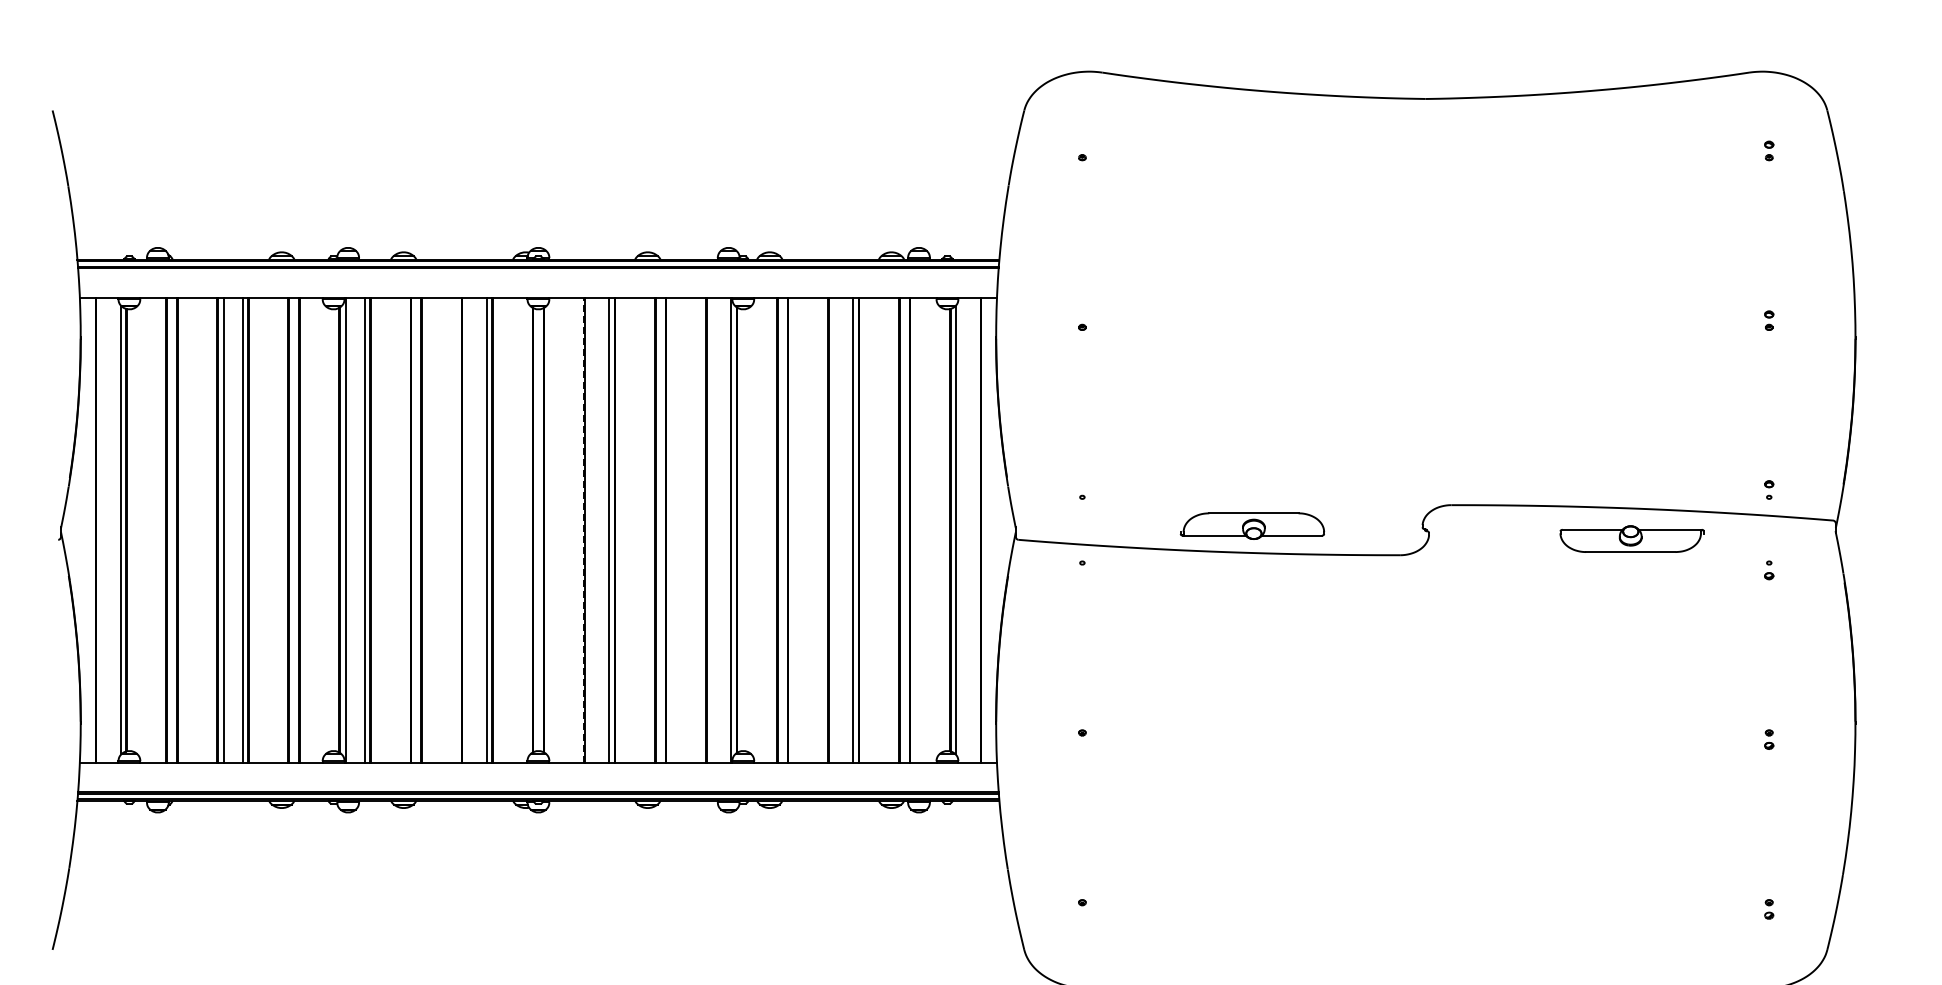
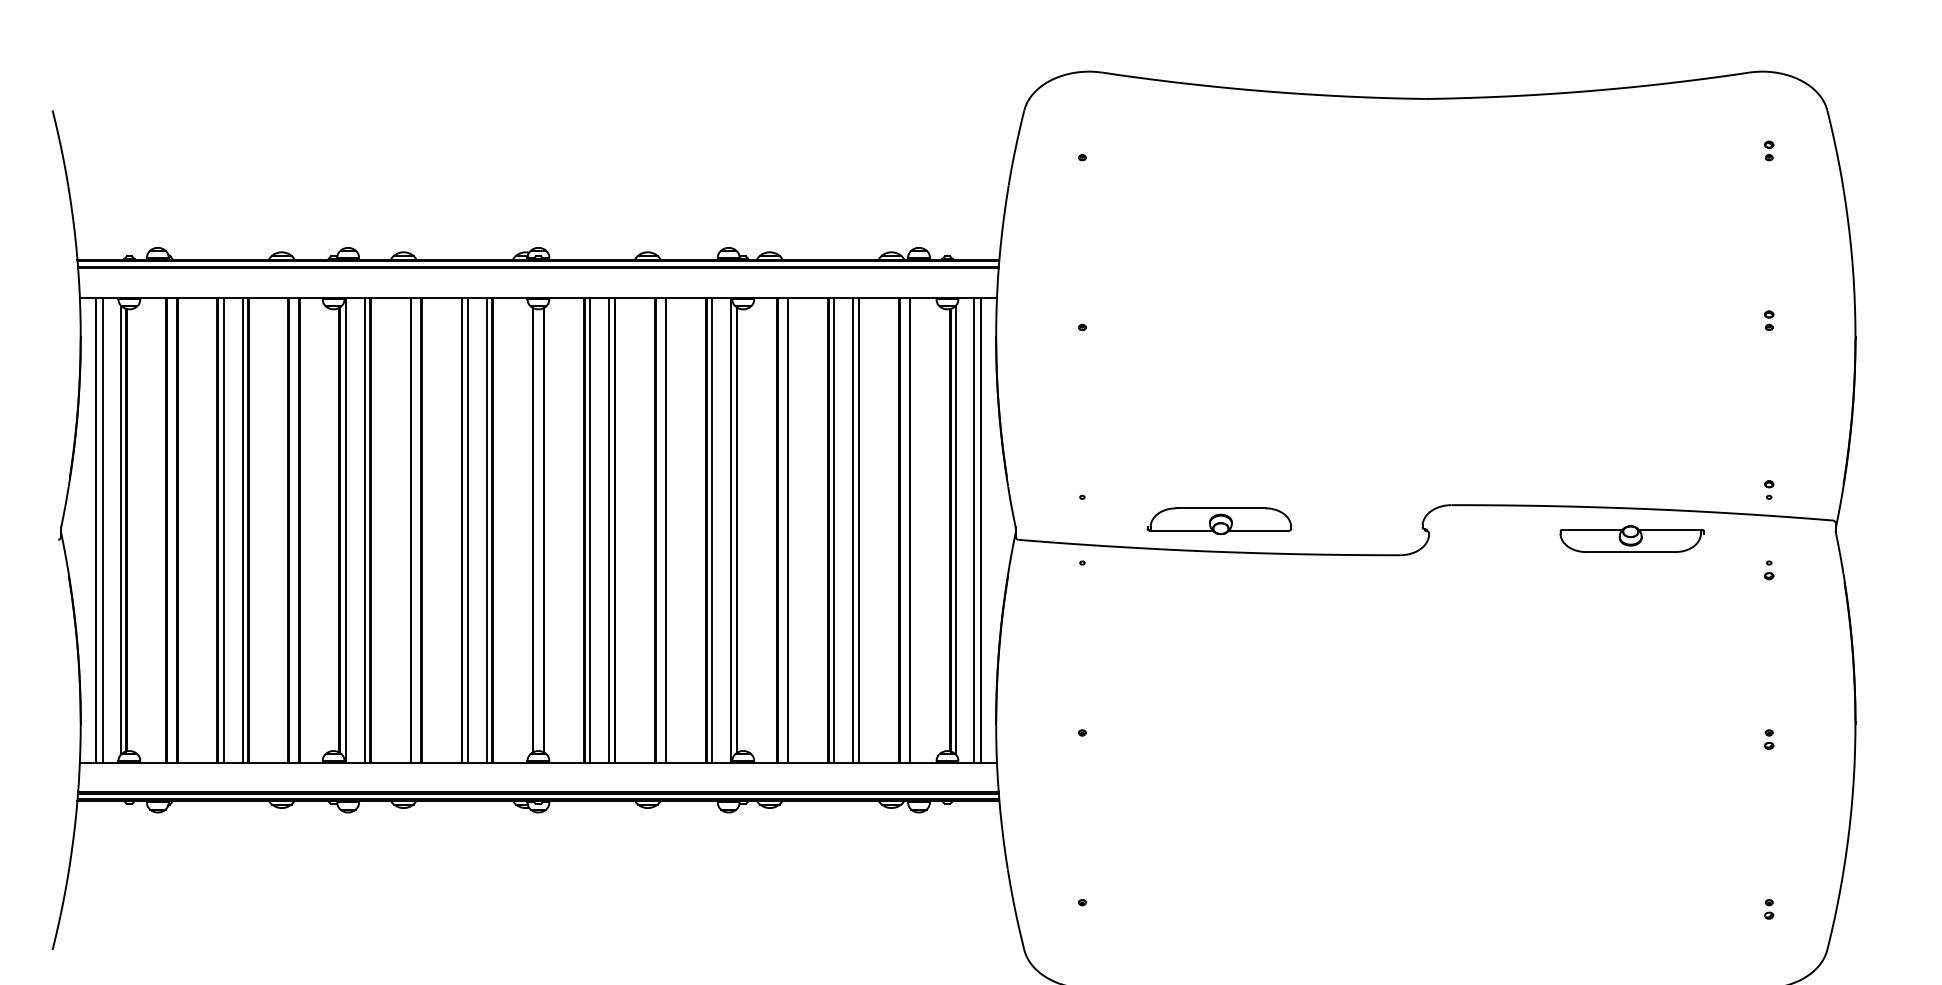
part at (1252, 525) position: (1252, 525) -> (1219, 520)
line at (102, 529): none -> present
line at (467, 529): none -> present
line at (589, 529): none -> present
line at (711, 529): none -> present
line at (833, 529): none -> present
line at (974, 529): none -> present
line at (583, 530): dashed -> solid
